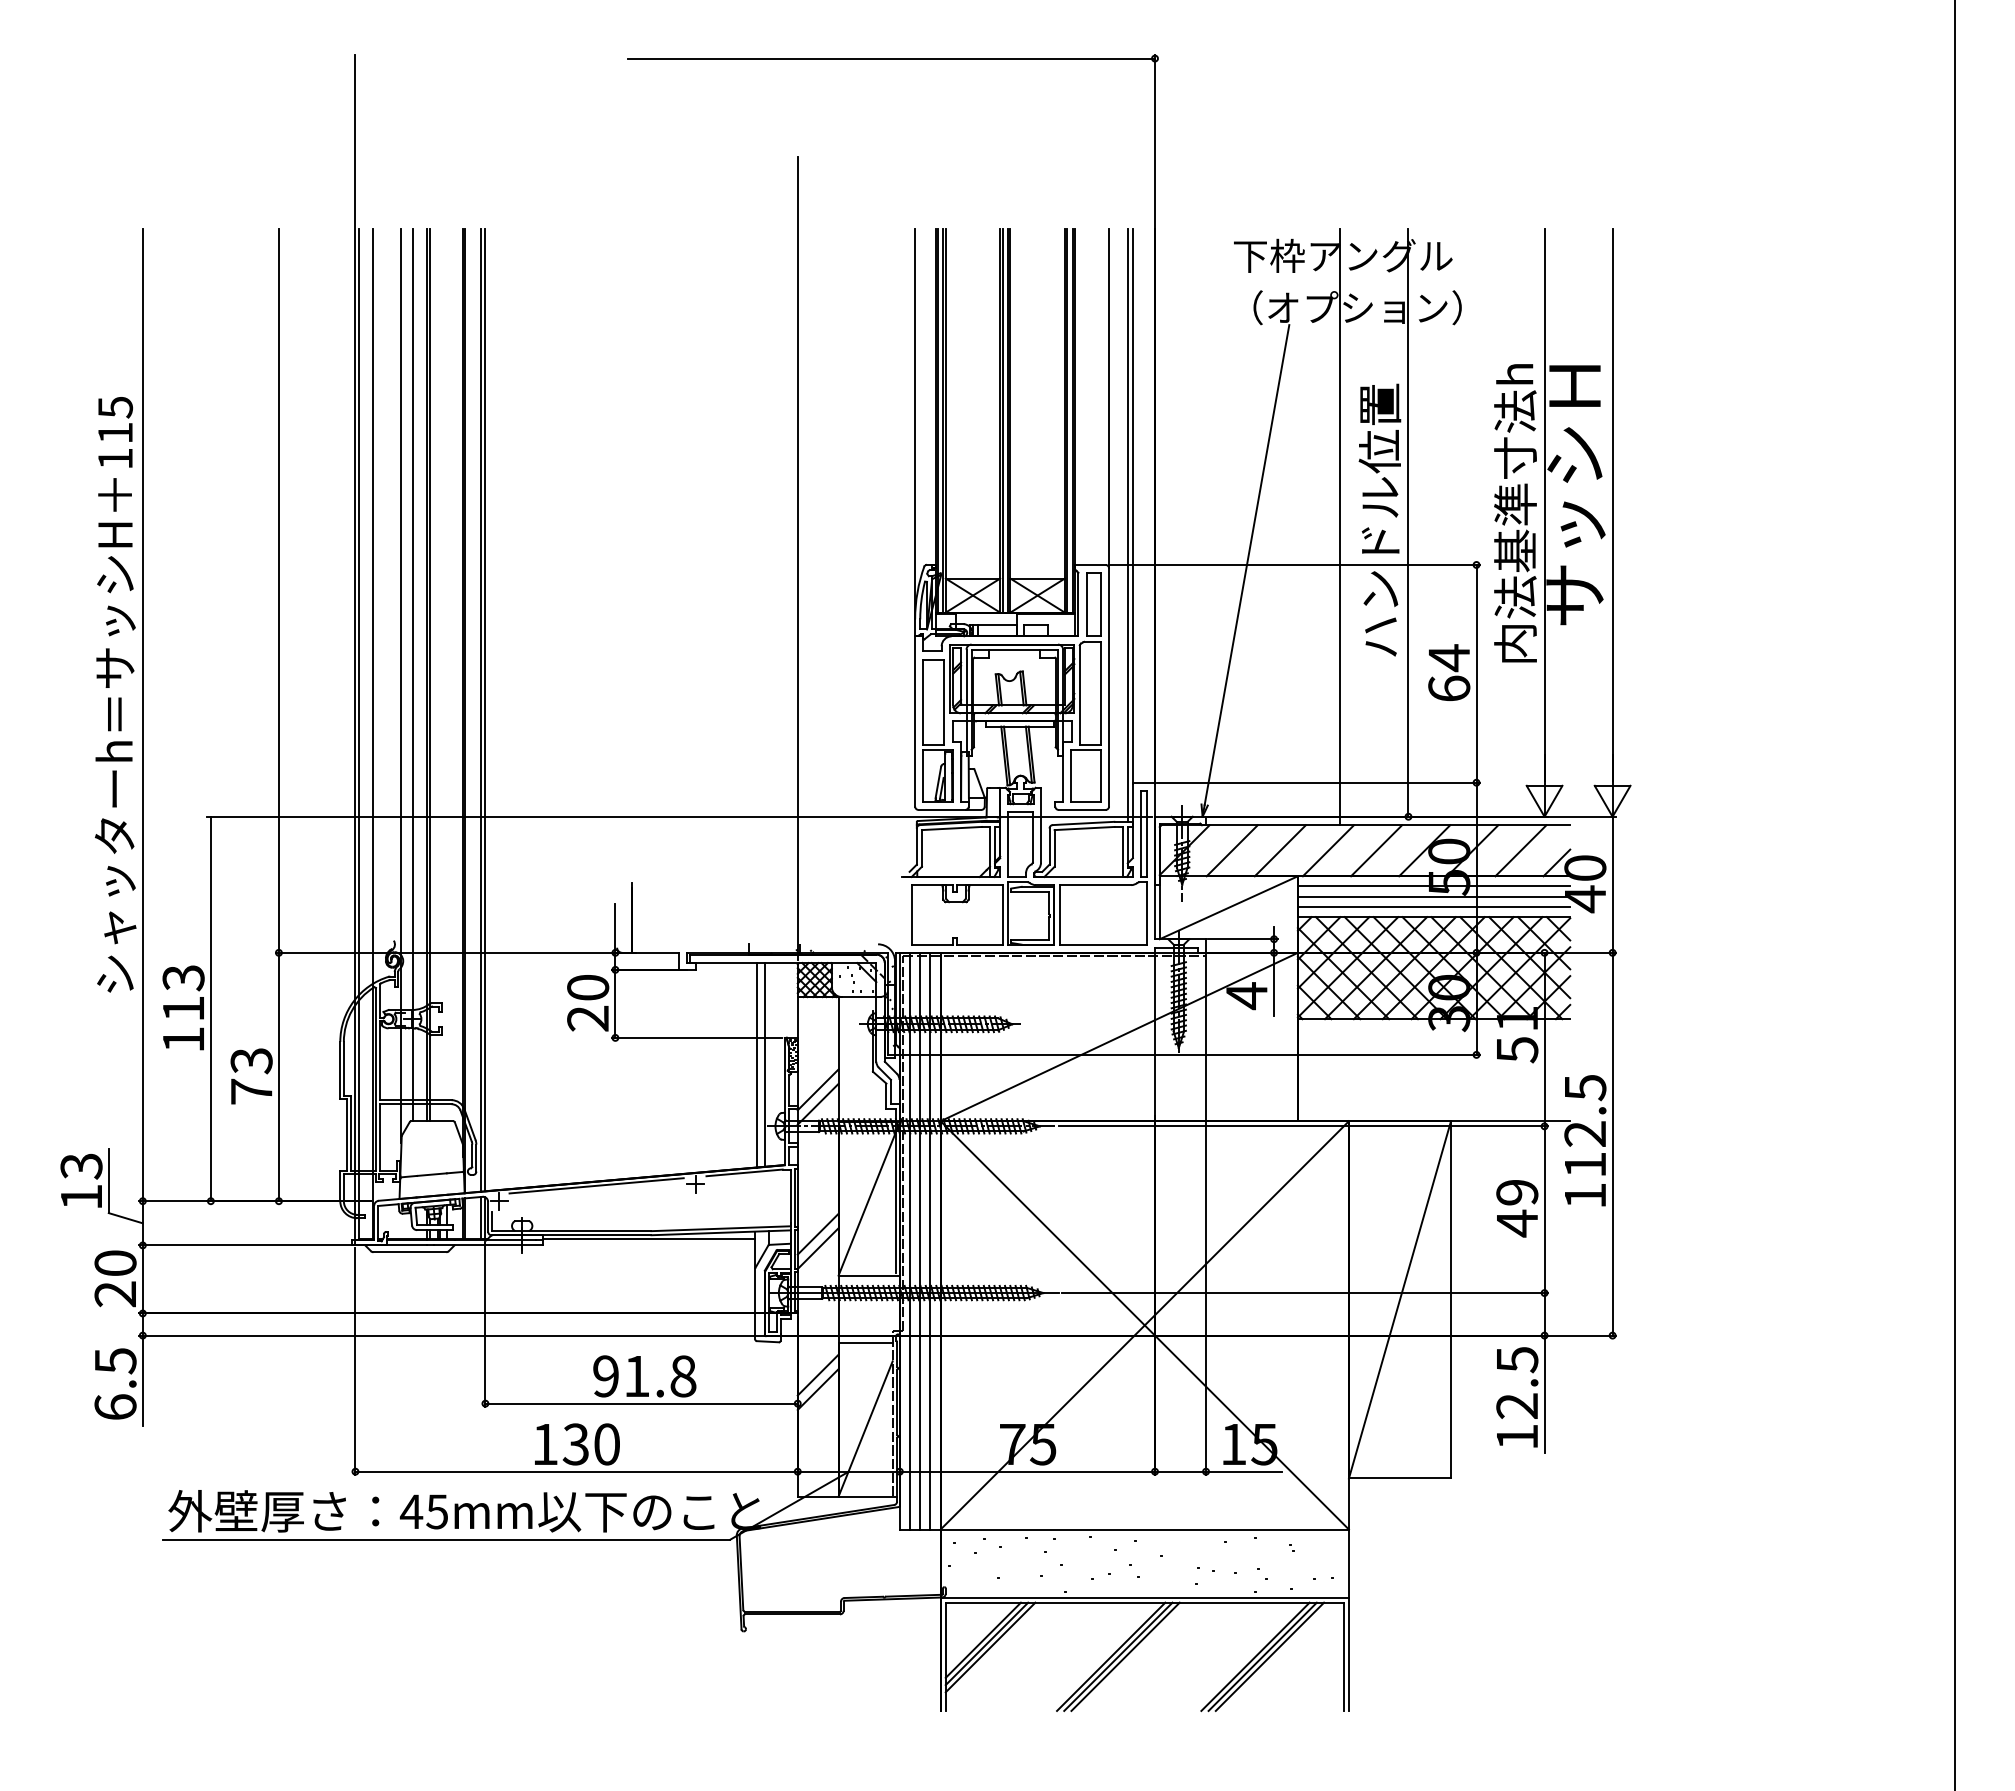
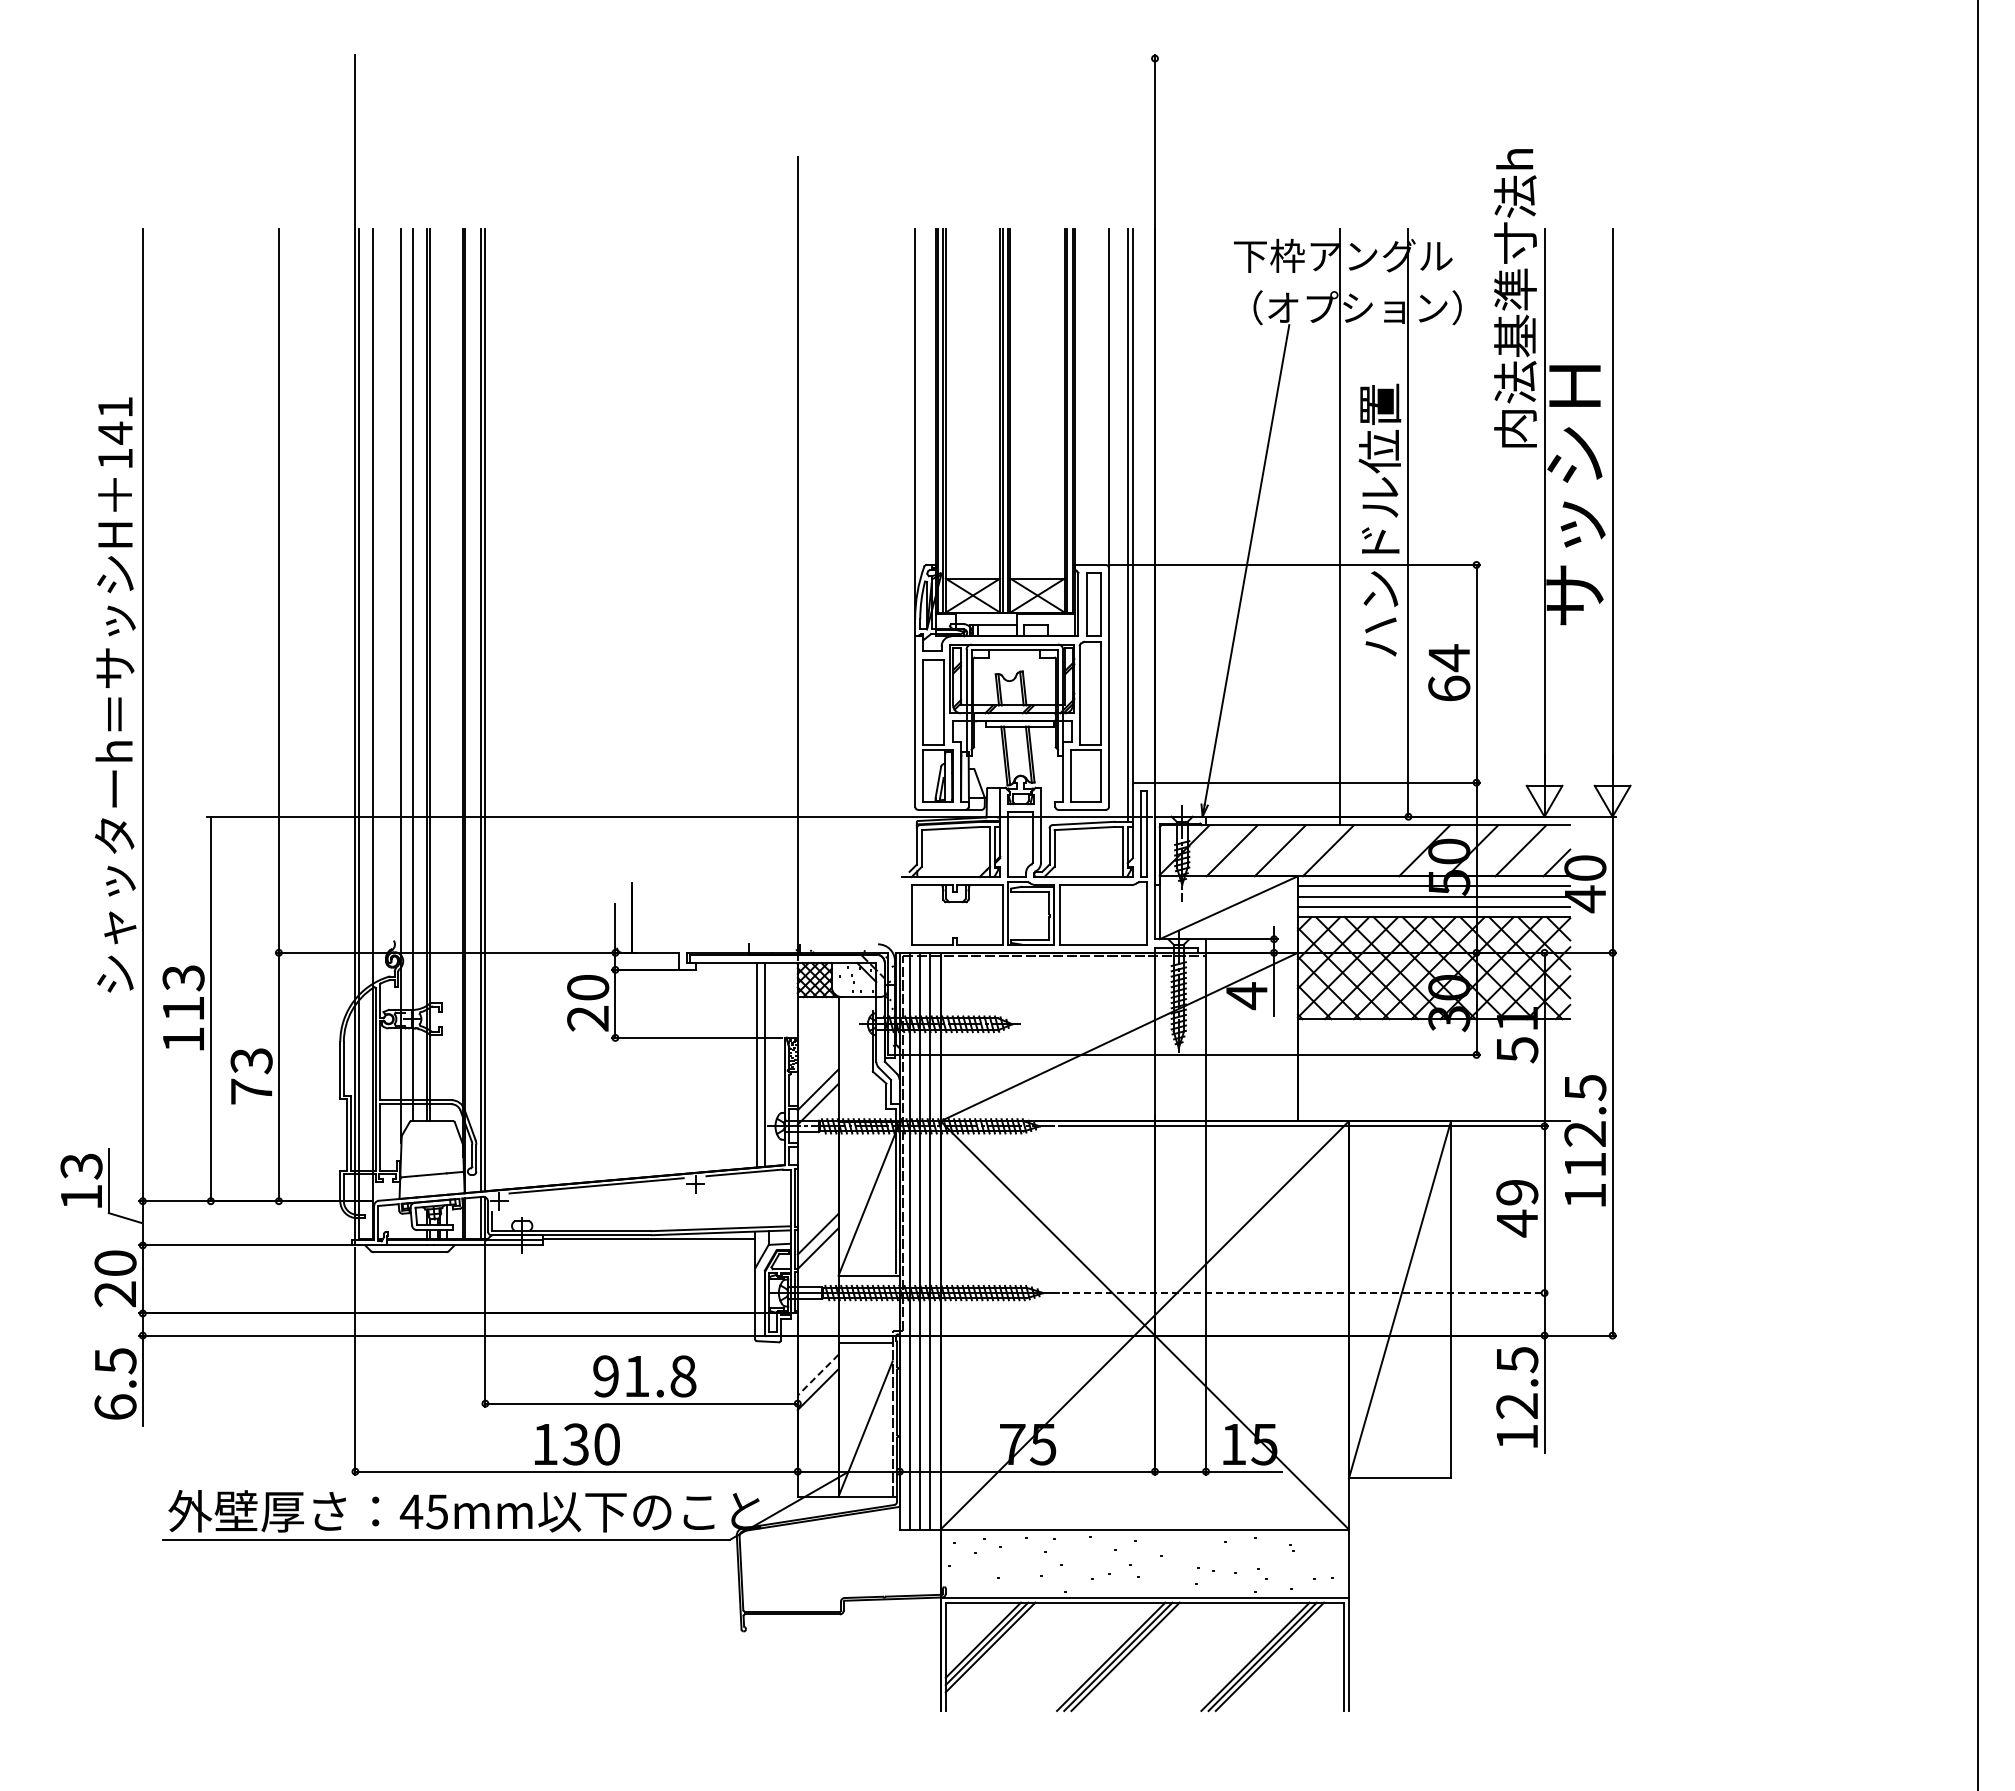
line at (891, 58): present -> none
text at (115, 420): 115 -> 141
text at (1515, 513) position: (1515, 513) -> (1515, 298)
line at (1376, 850): present -> none
line at (1954, 894) position: (1954, 894) -> (1977, 894)
line at (1305, 1293): solid -> dashed
line at (818, 1375): solid -> dashed
